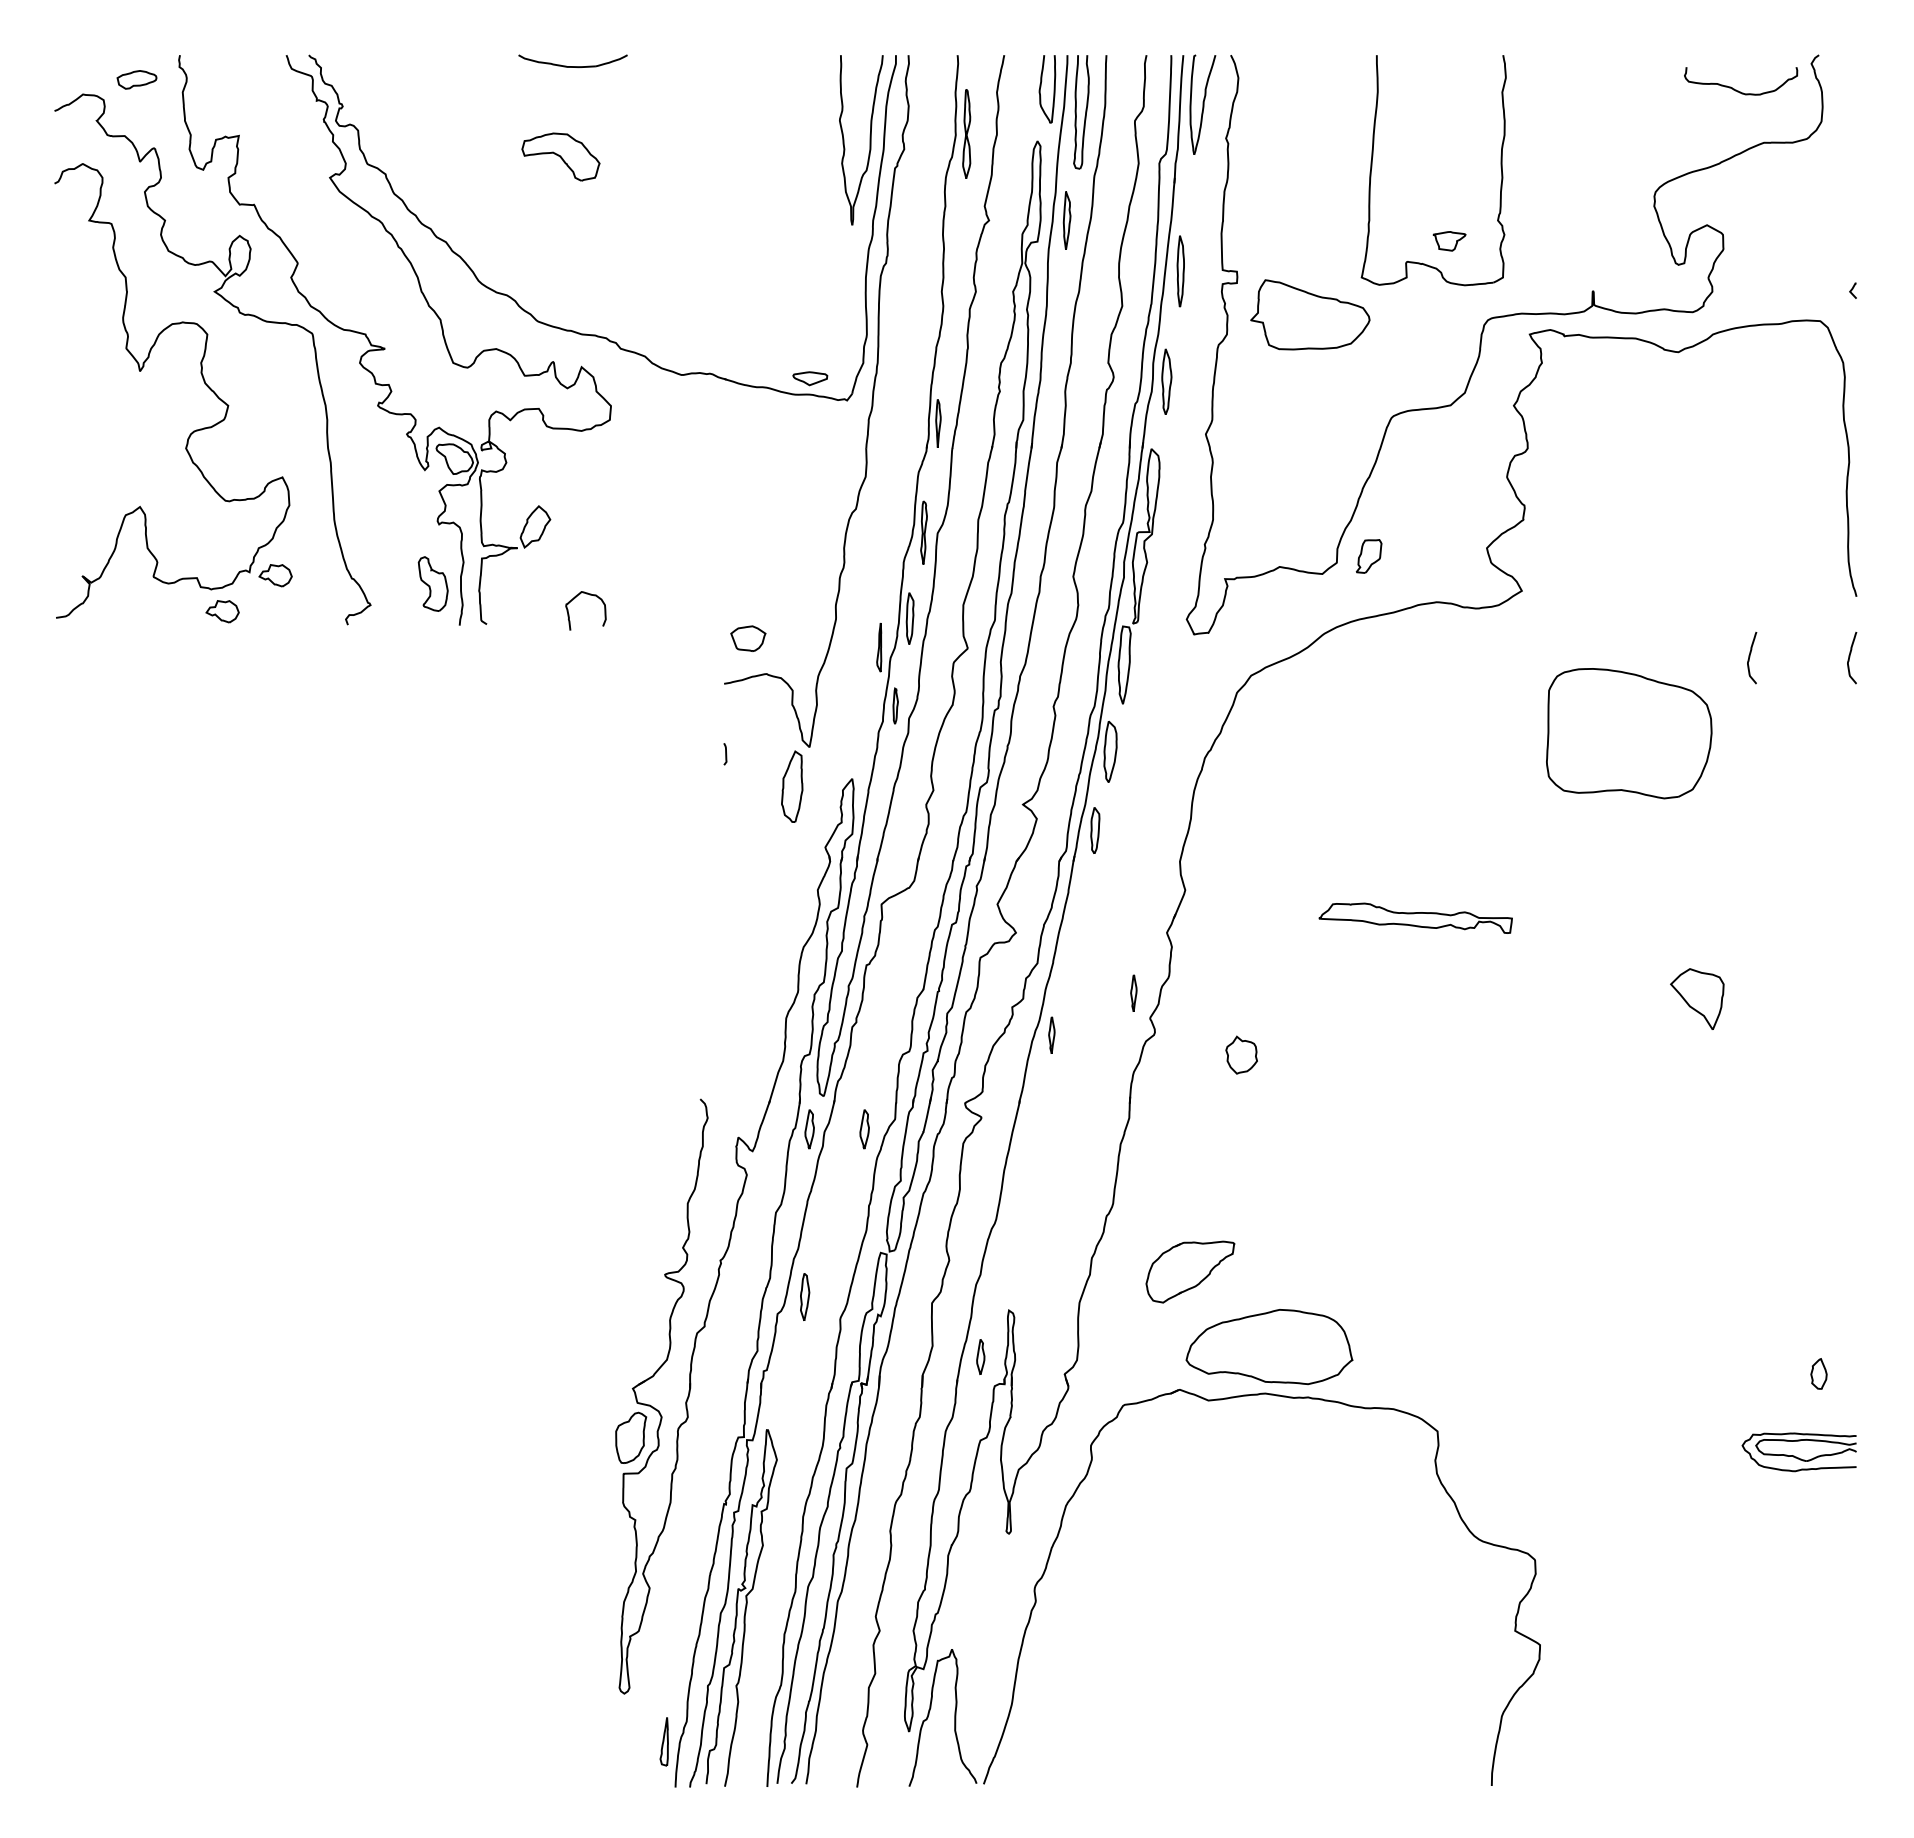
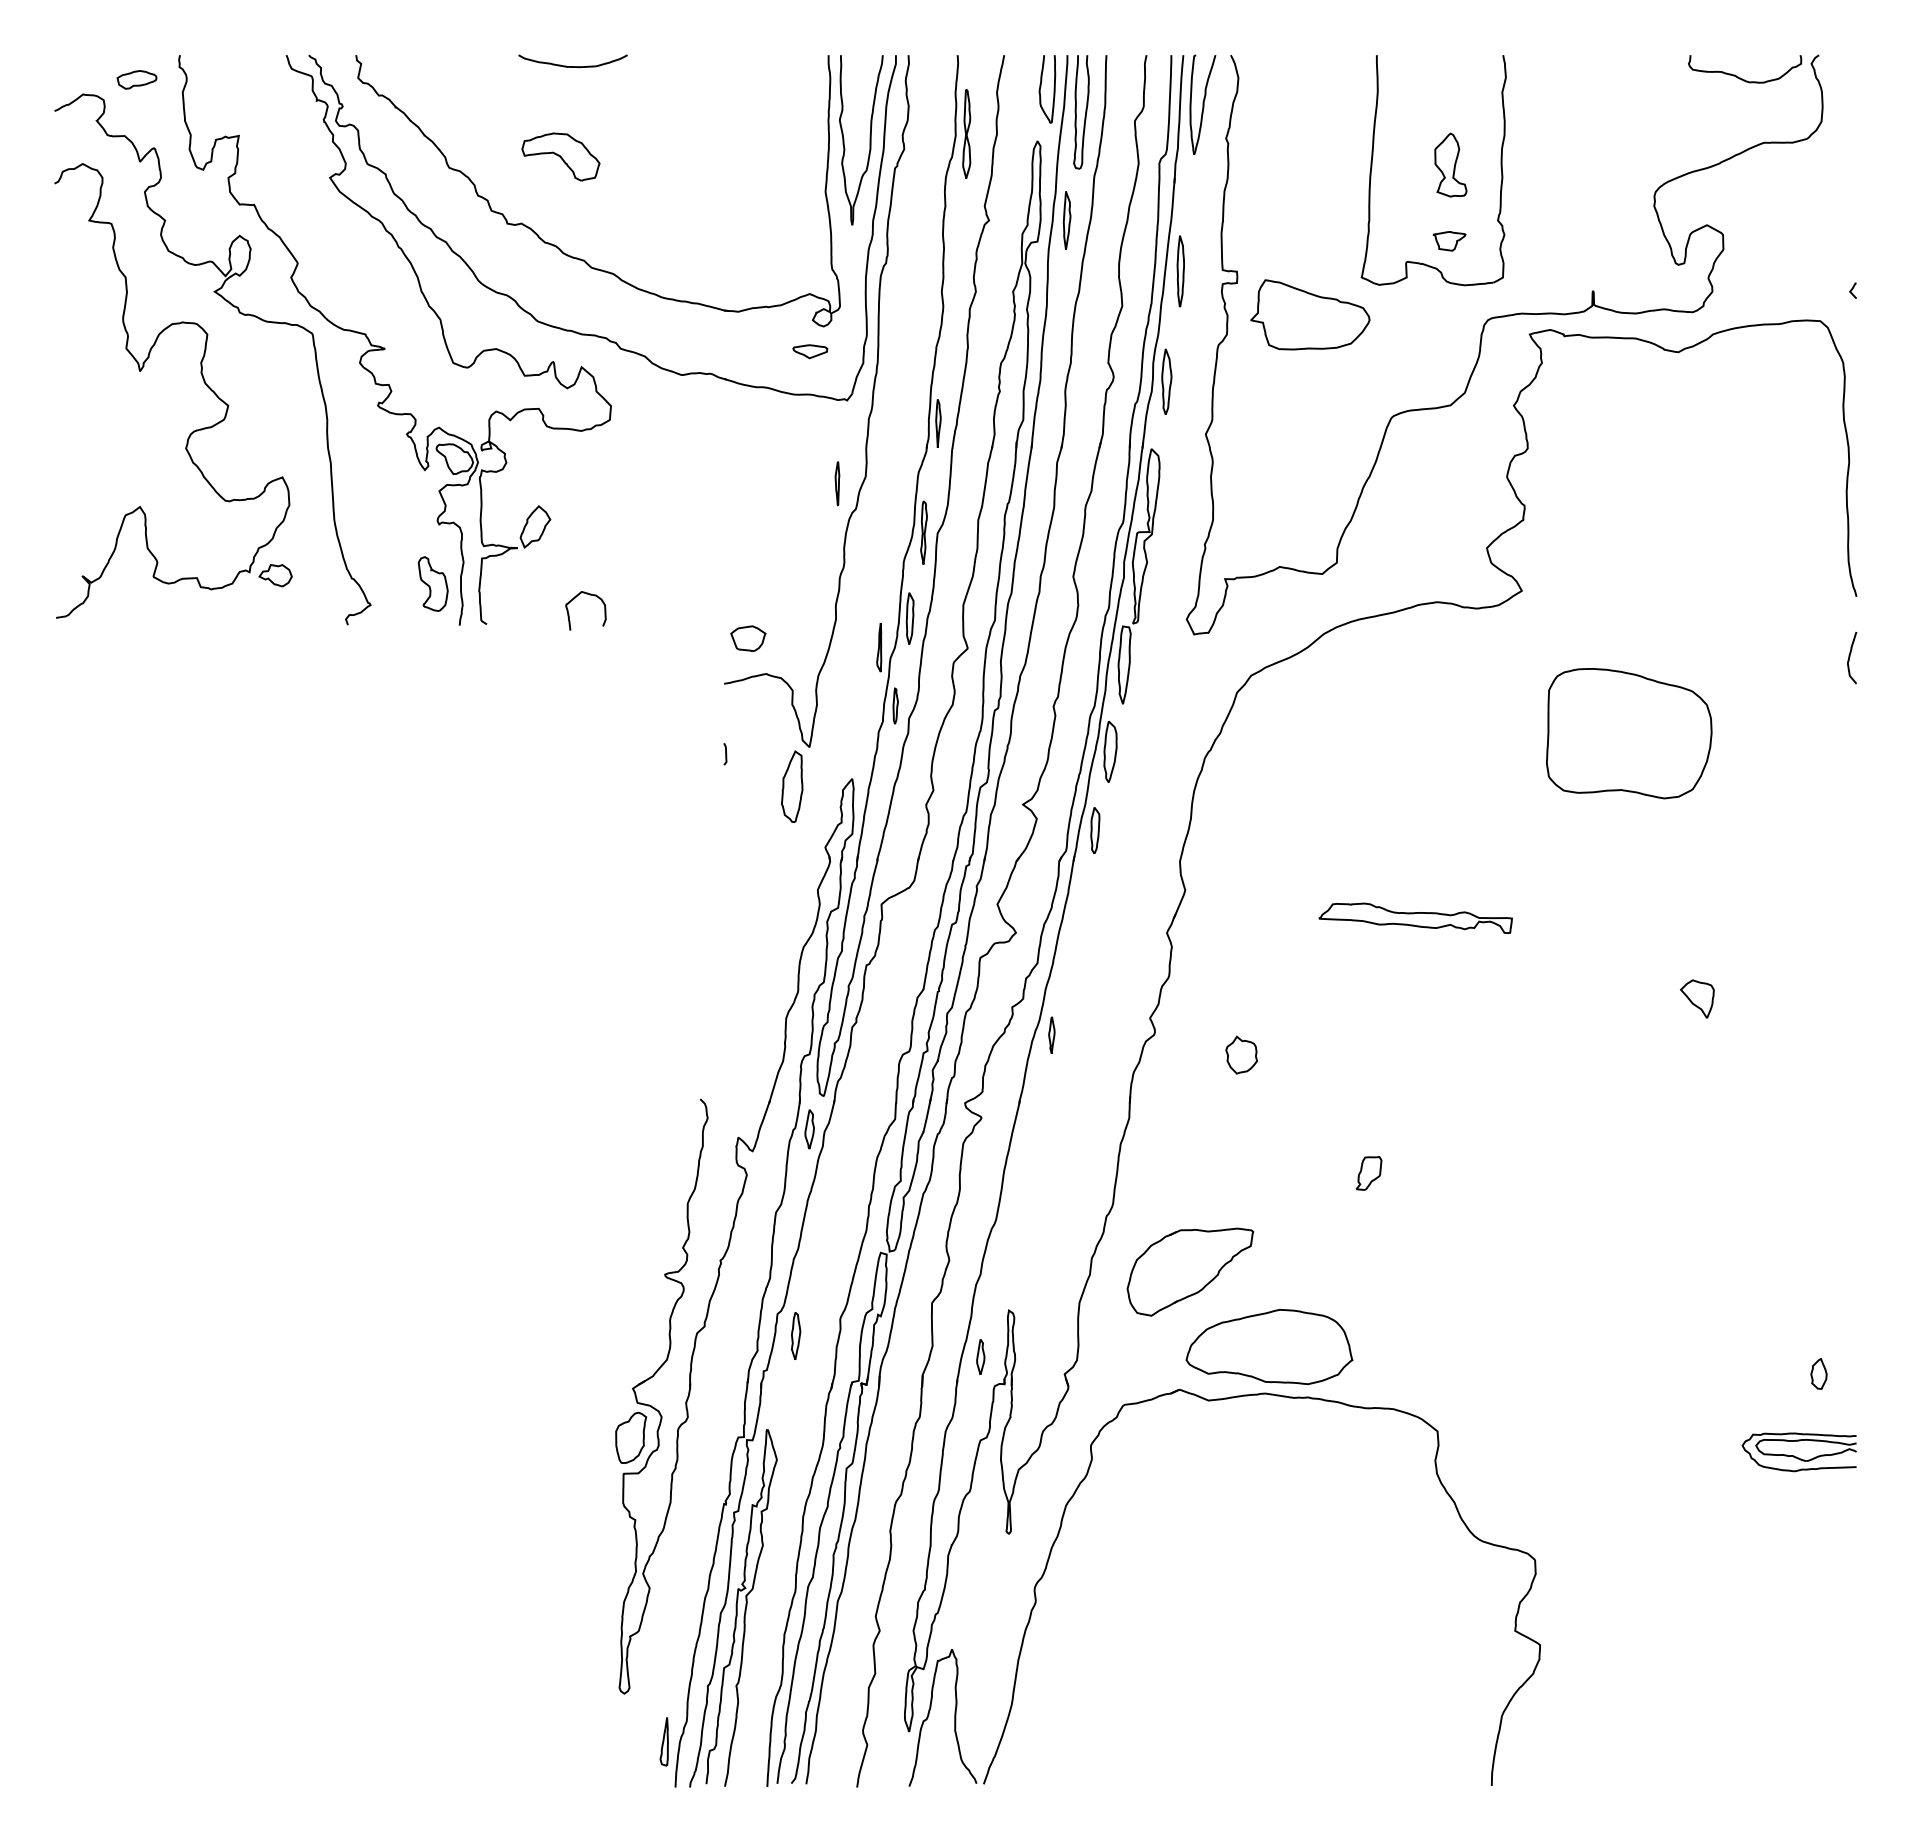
curve at (1736, 89) position: (1736, 89) -> (1740, 77)
part at (1450, 164): none -> present
part at (559, 247): none -> present
part at (810, 378) position: (810, 378) -> (810, 351)
part at (837, 483): none -> present
part at (1368, 556) position: (1368, 556) -> (1368, 1173)
part at (222, 611): present -> none
curve at (1750, 657): present -> none
part at (1133, 992): present -> none
part at (1697, 998) size: 55x62 px -> 35x40 px
part at (864, 1129): present -> none
part at (1190, 1271) size: 91x64 px -> 129x90 px
part at (805, 1296) position: (805, 1296) -> (796, 1335)
